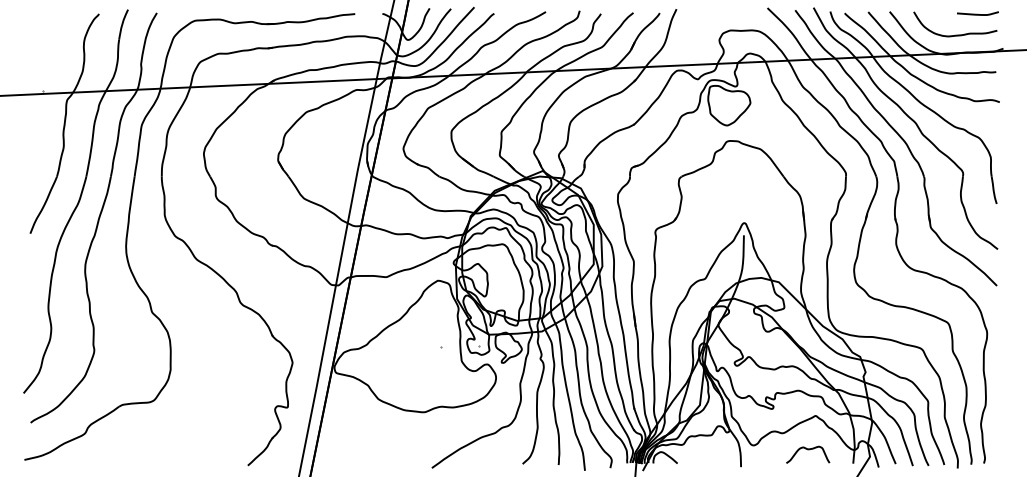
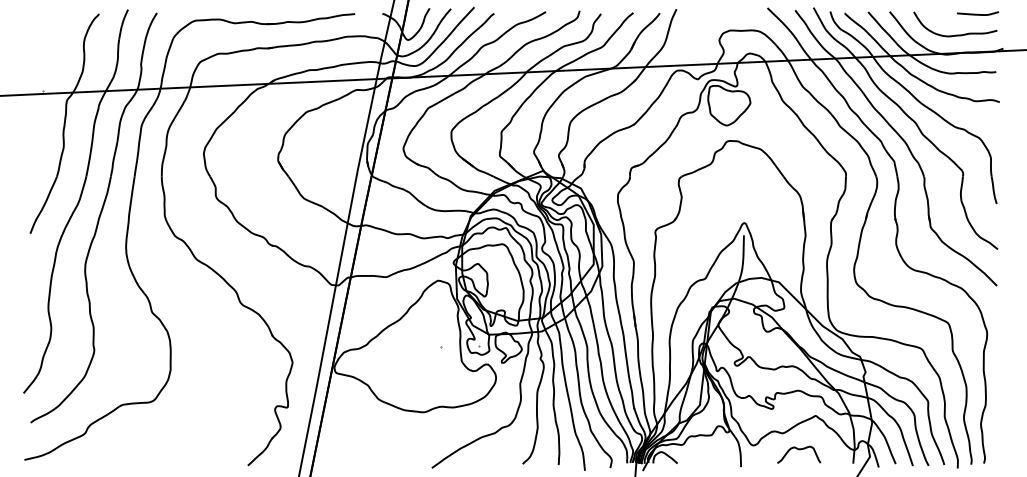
curve at (808, 450) position: (808, 450) -> (799, 450)
